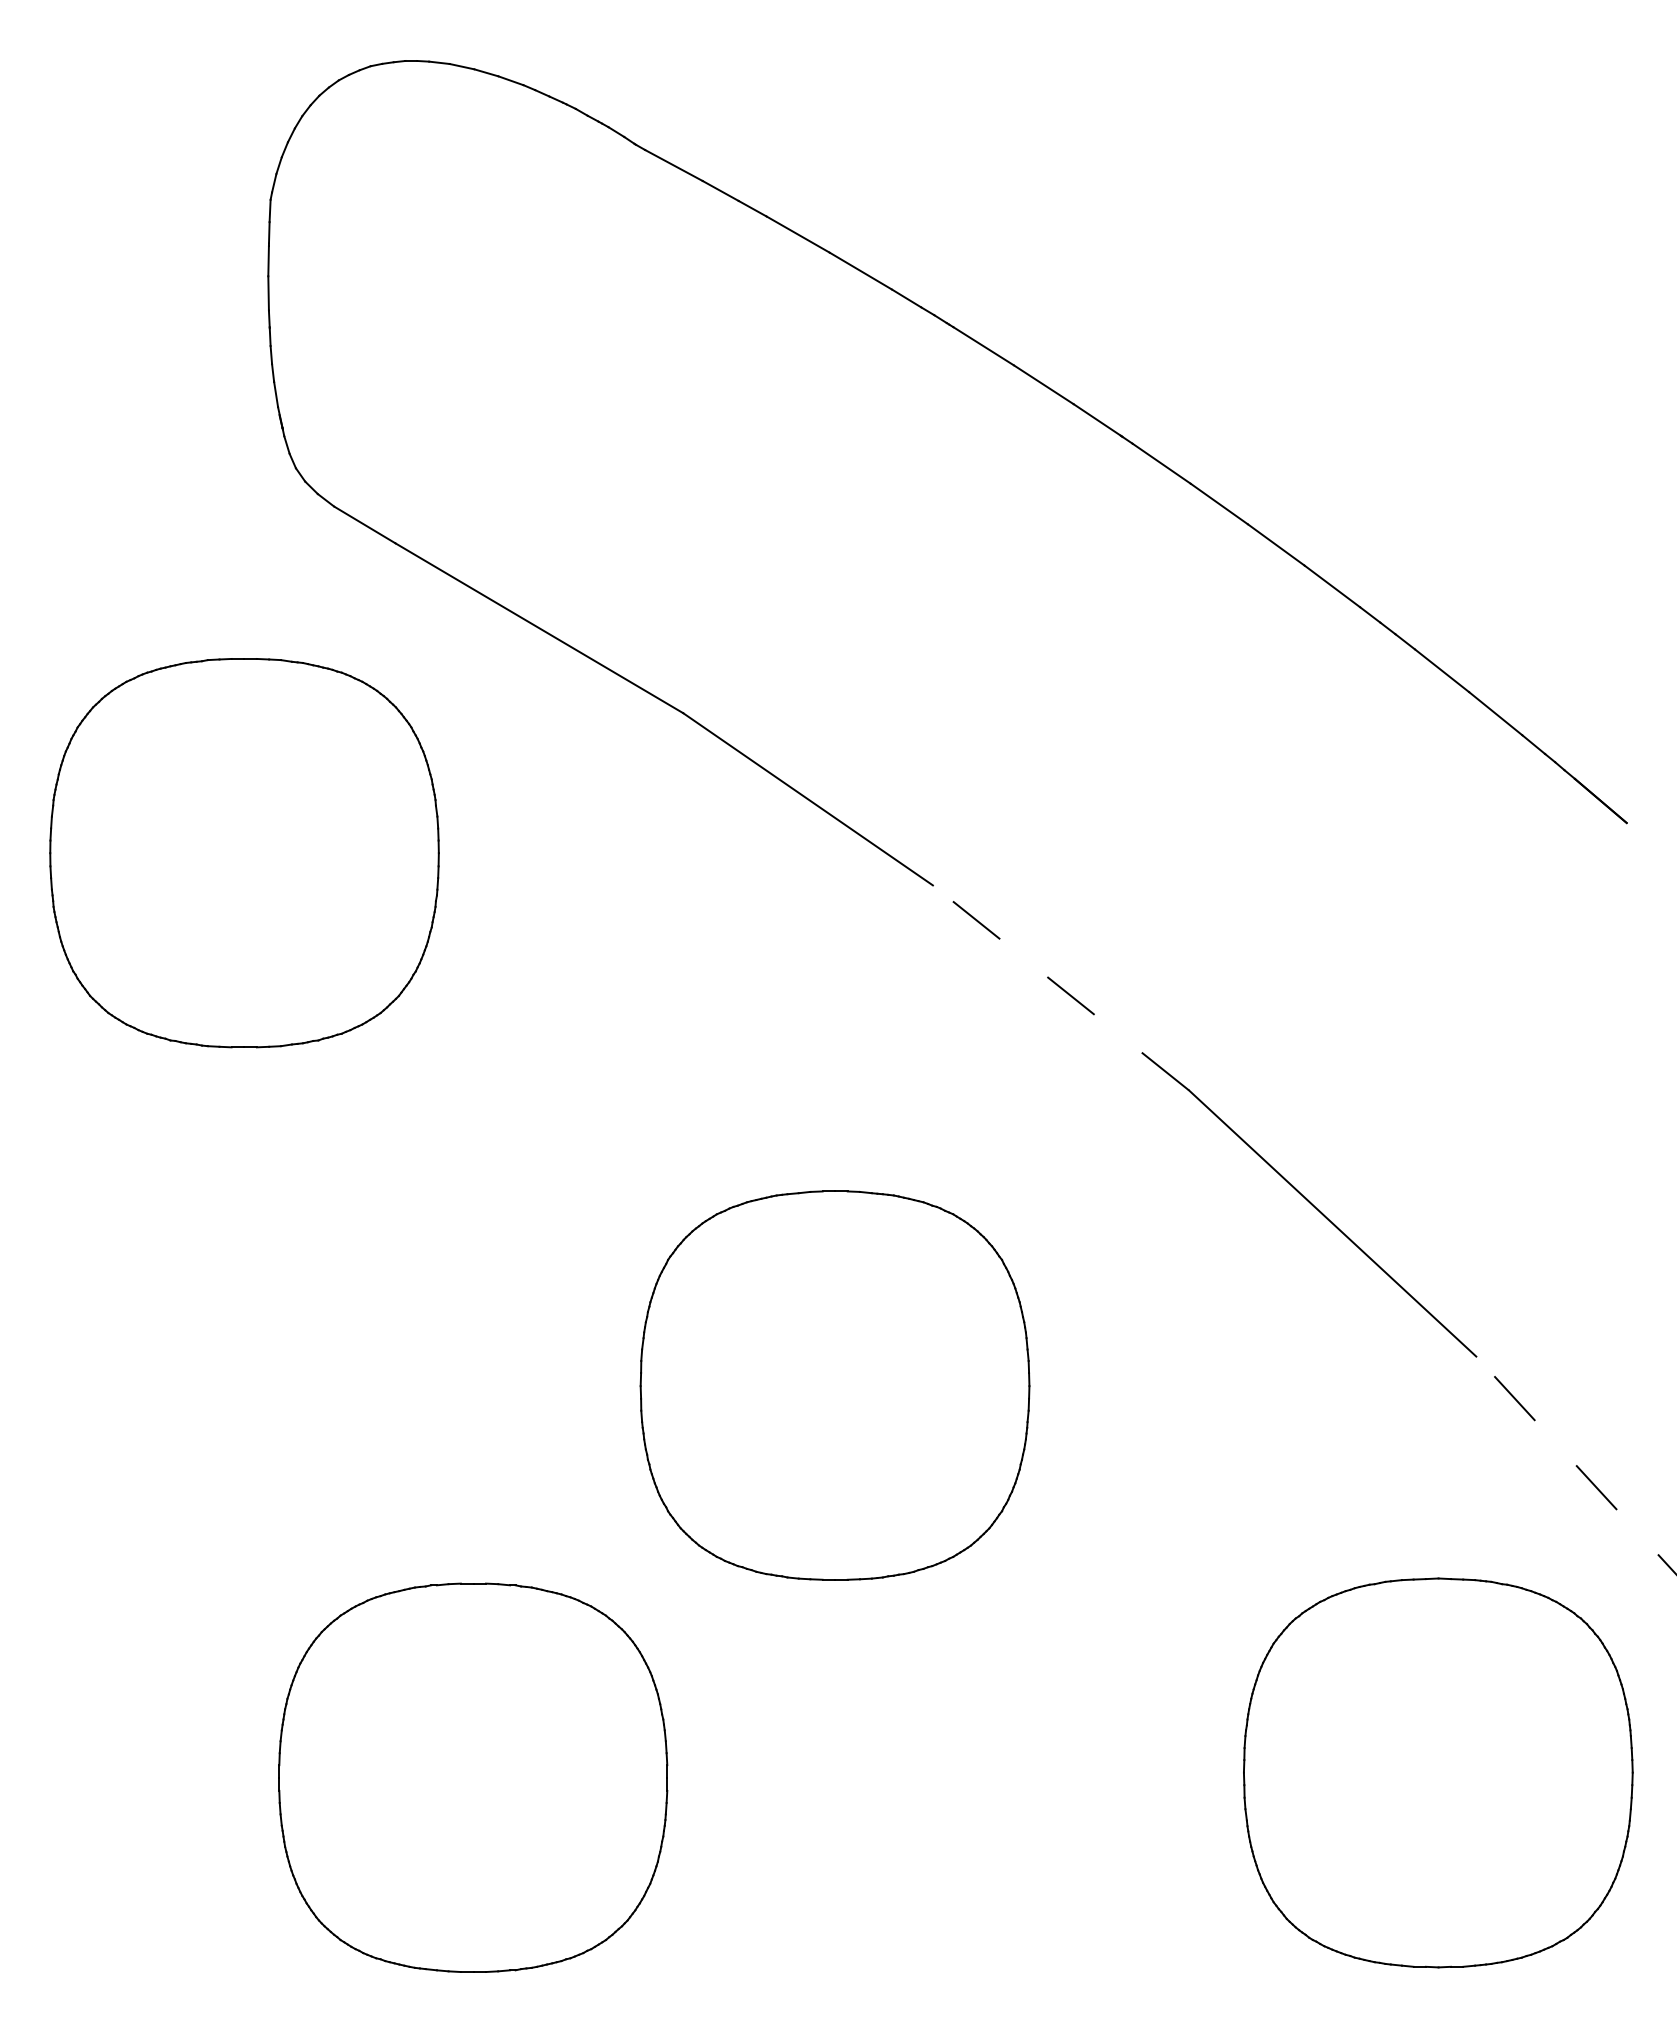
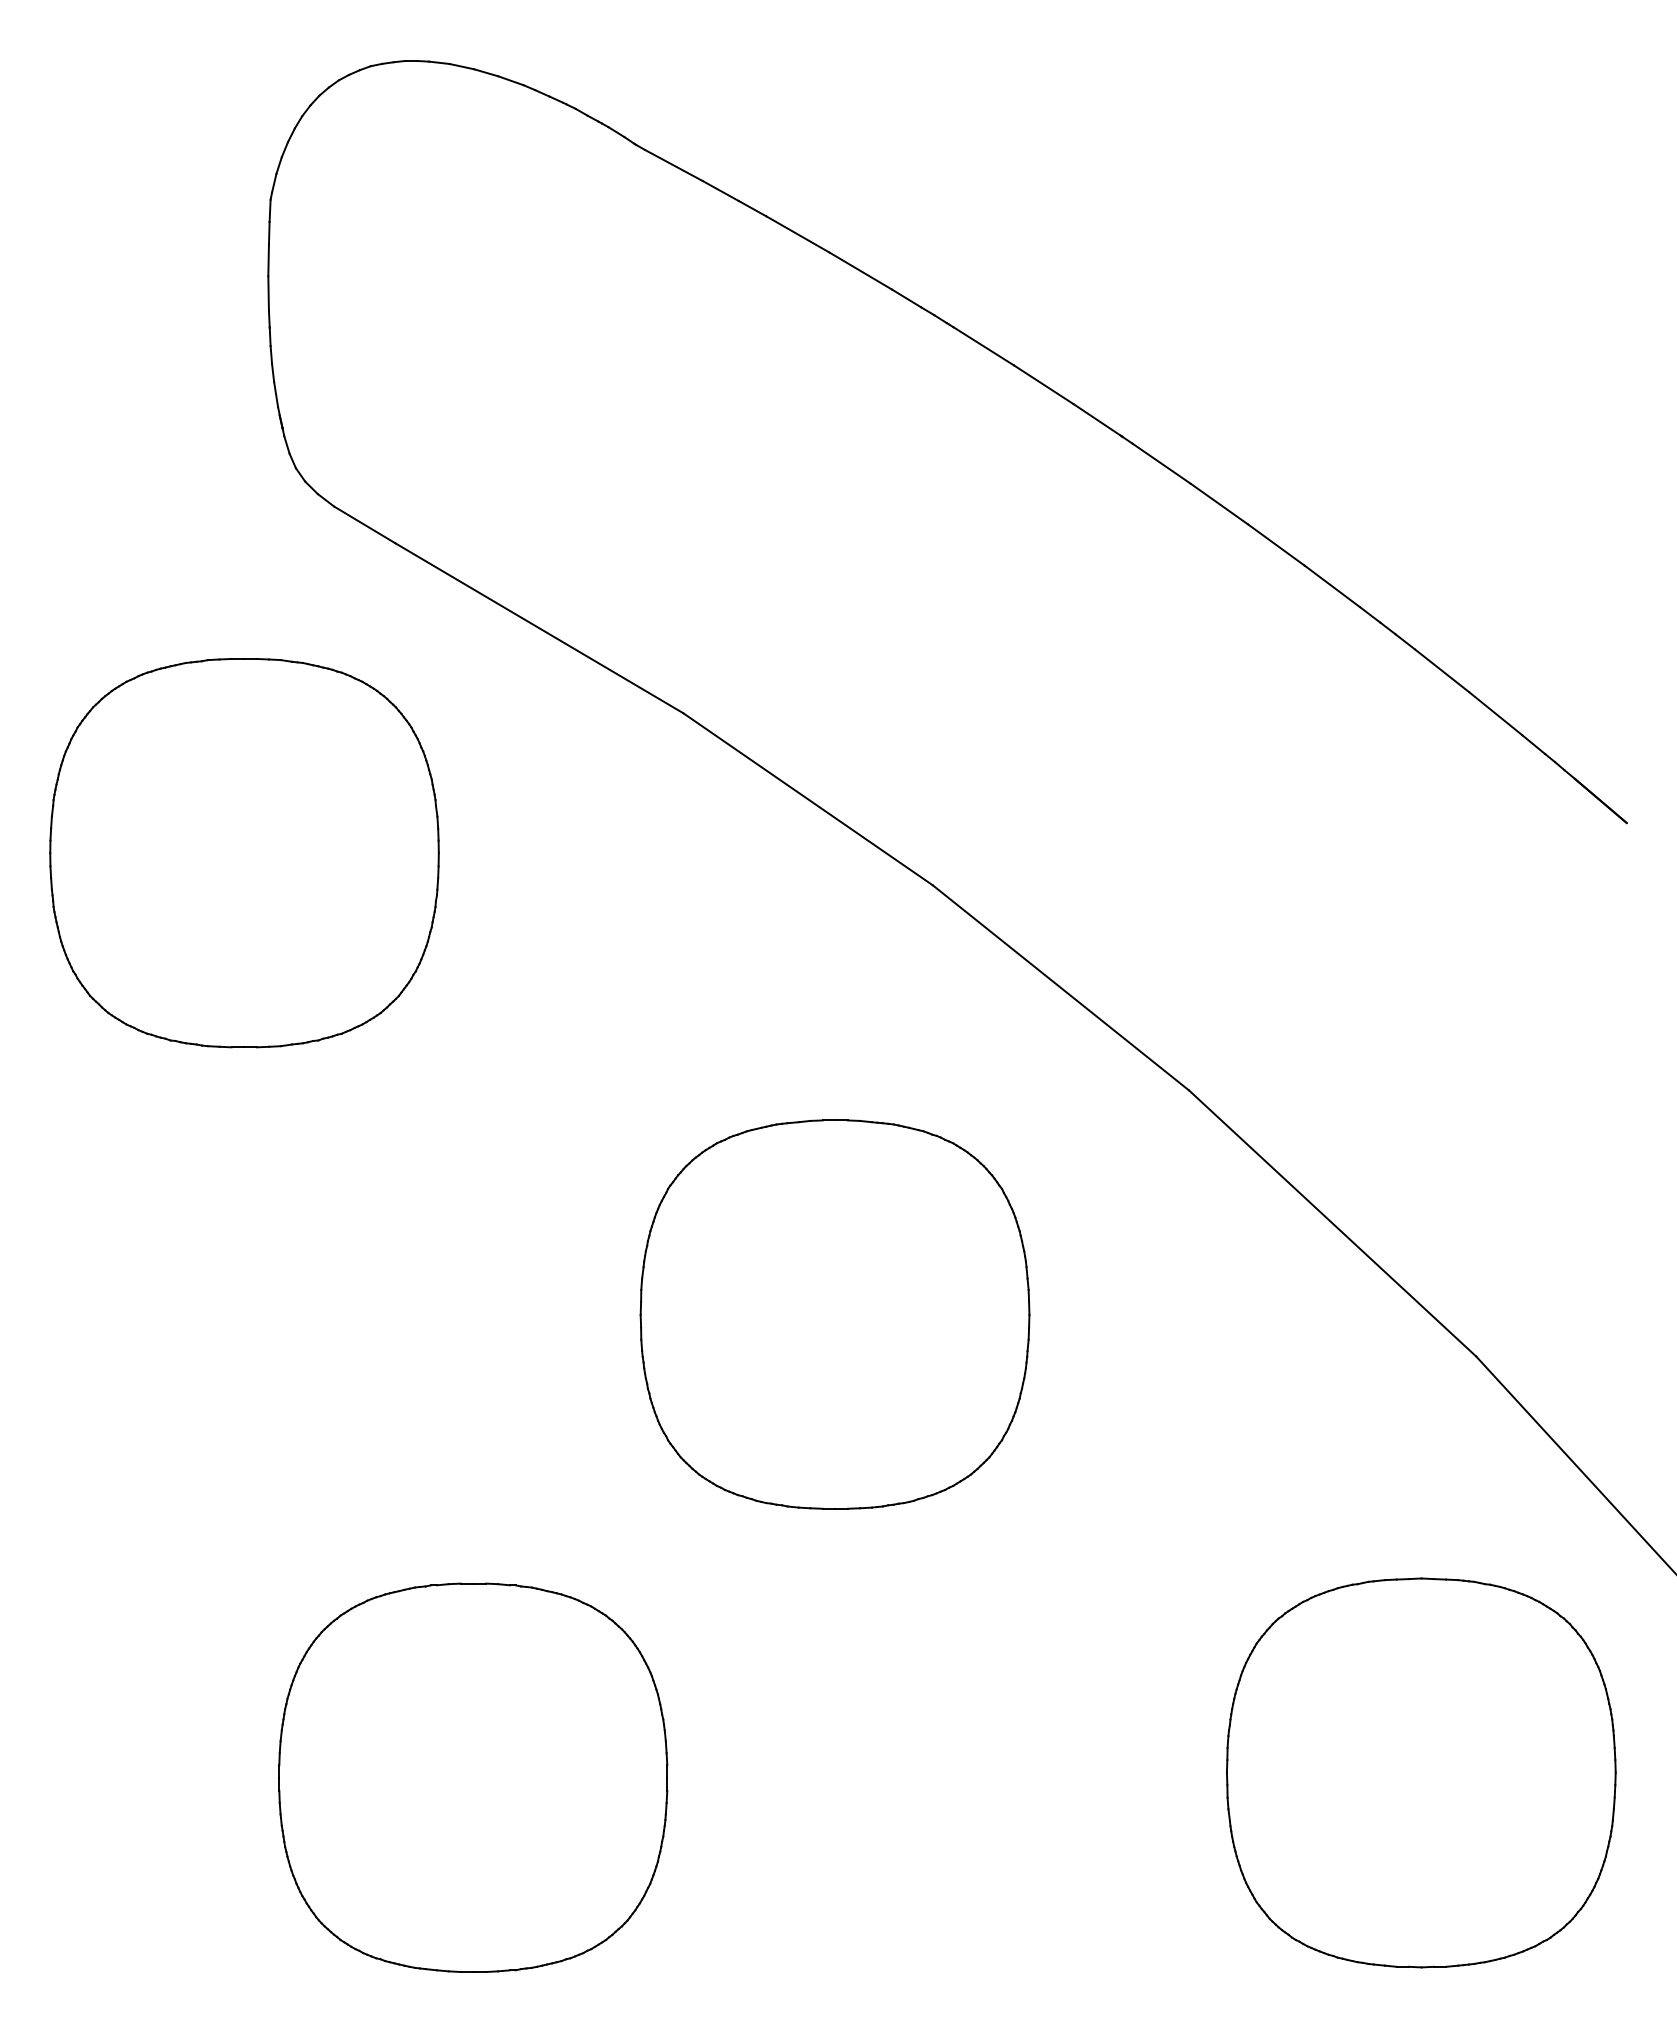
line at (1060, 987): dashed -> solid
part at (834, 1385) position: (834, 1385) -> (834, 1314)
line at (1576, 1465): dashed -> solid
part at (1438, 1772) position: (1438, 1772) -> (1421, 1772)
